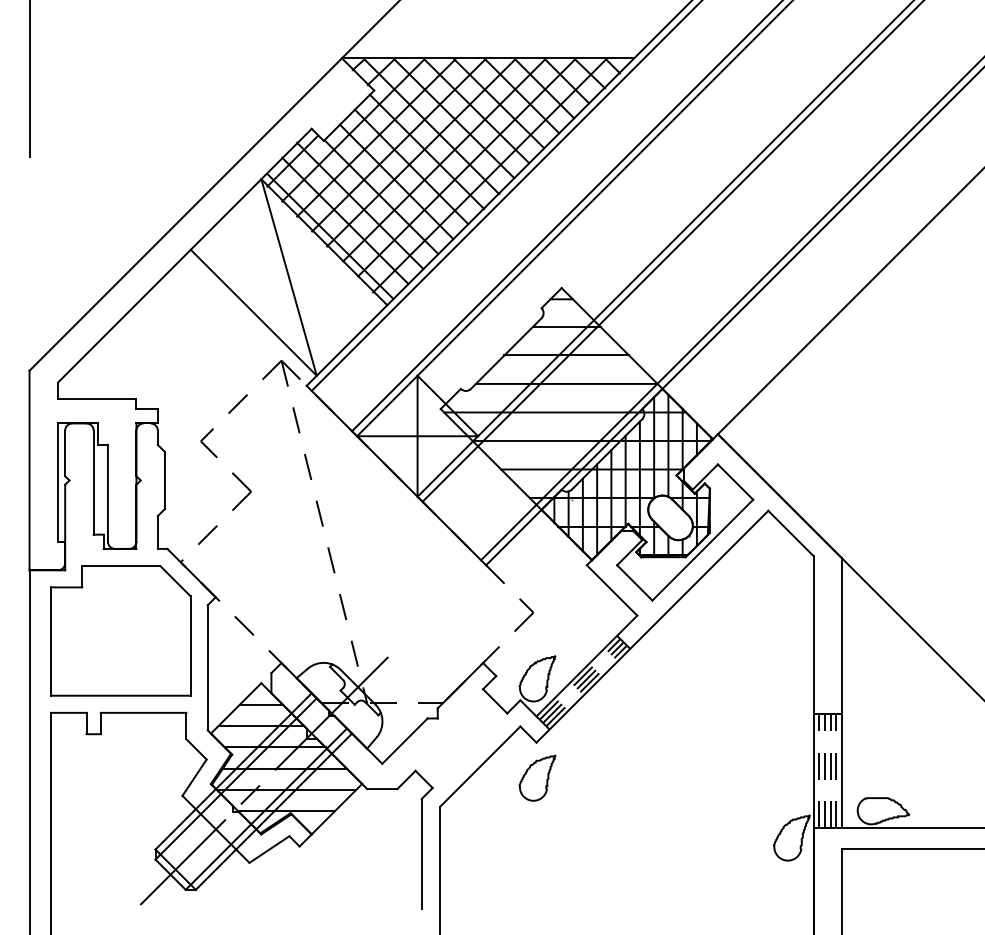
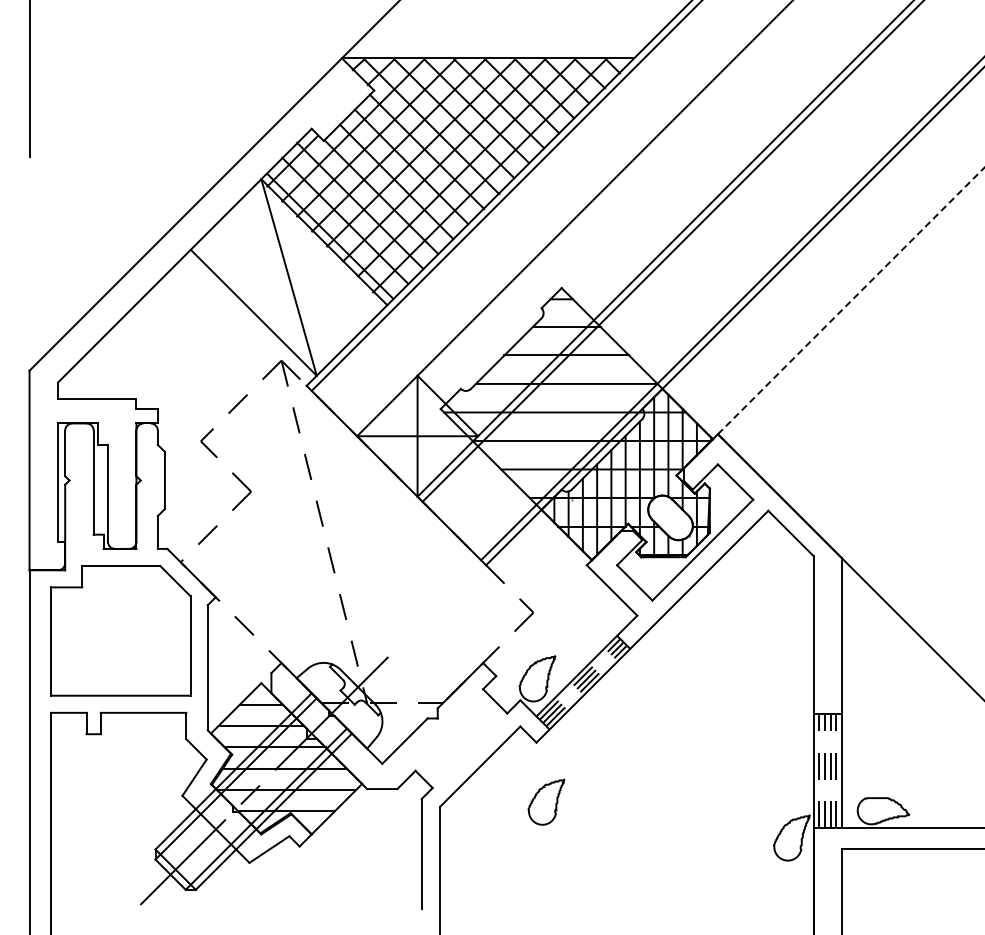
line at (566, 216): present -> none
line at (851, 300): solid -> dashed
part at (537, 777) position: (537, 777) -> (546, 801)
